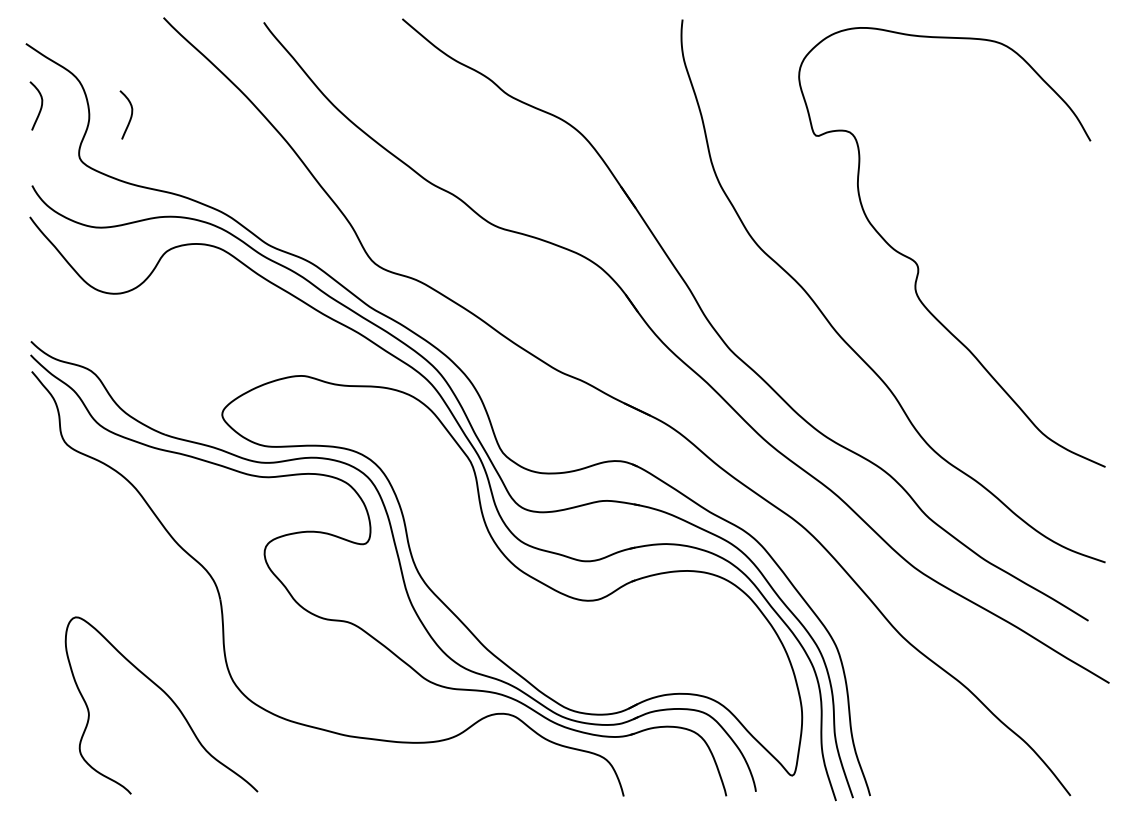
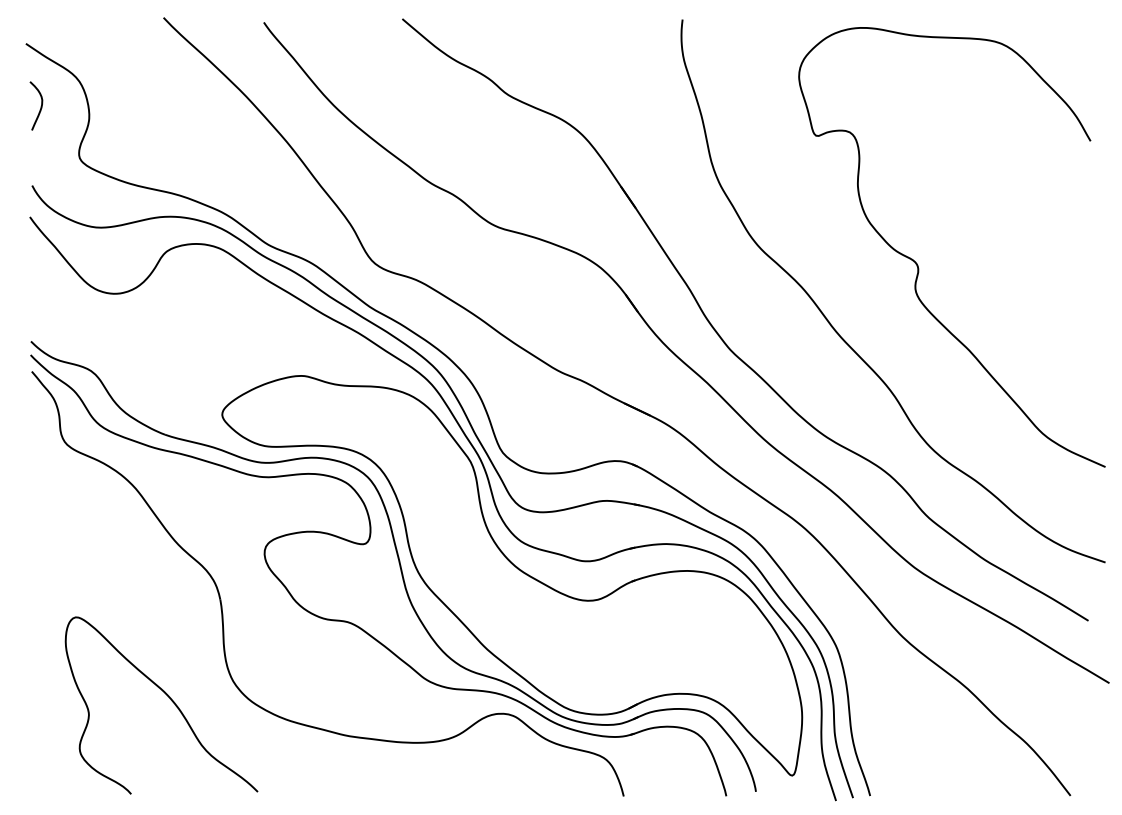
curve at (130, 115): present -> none
